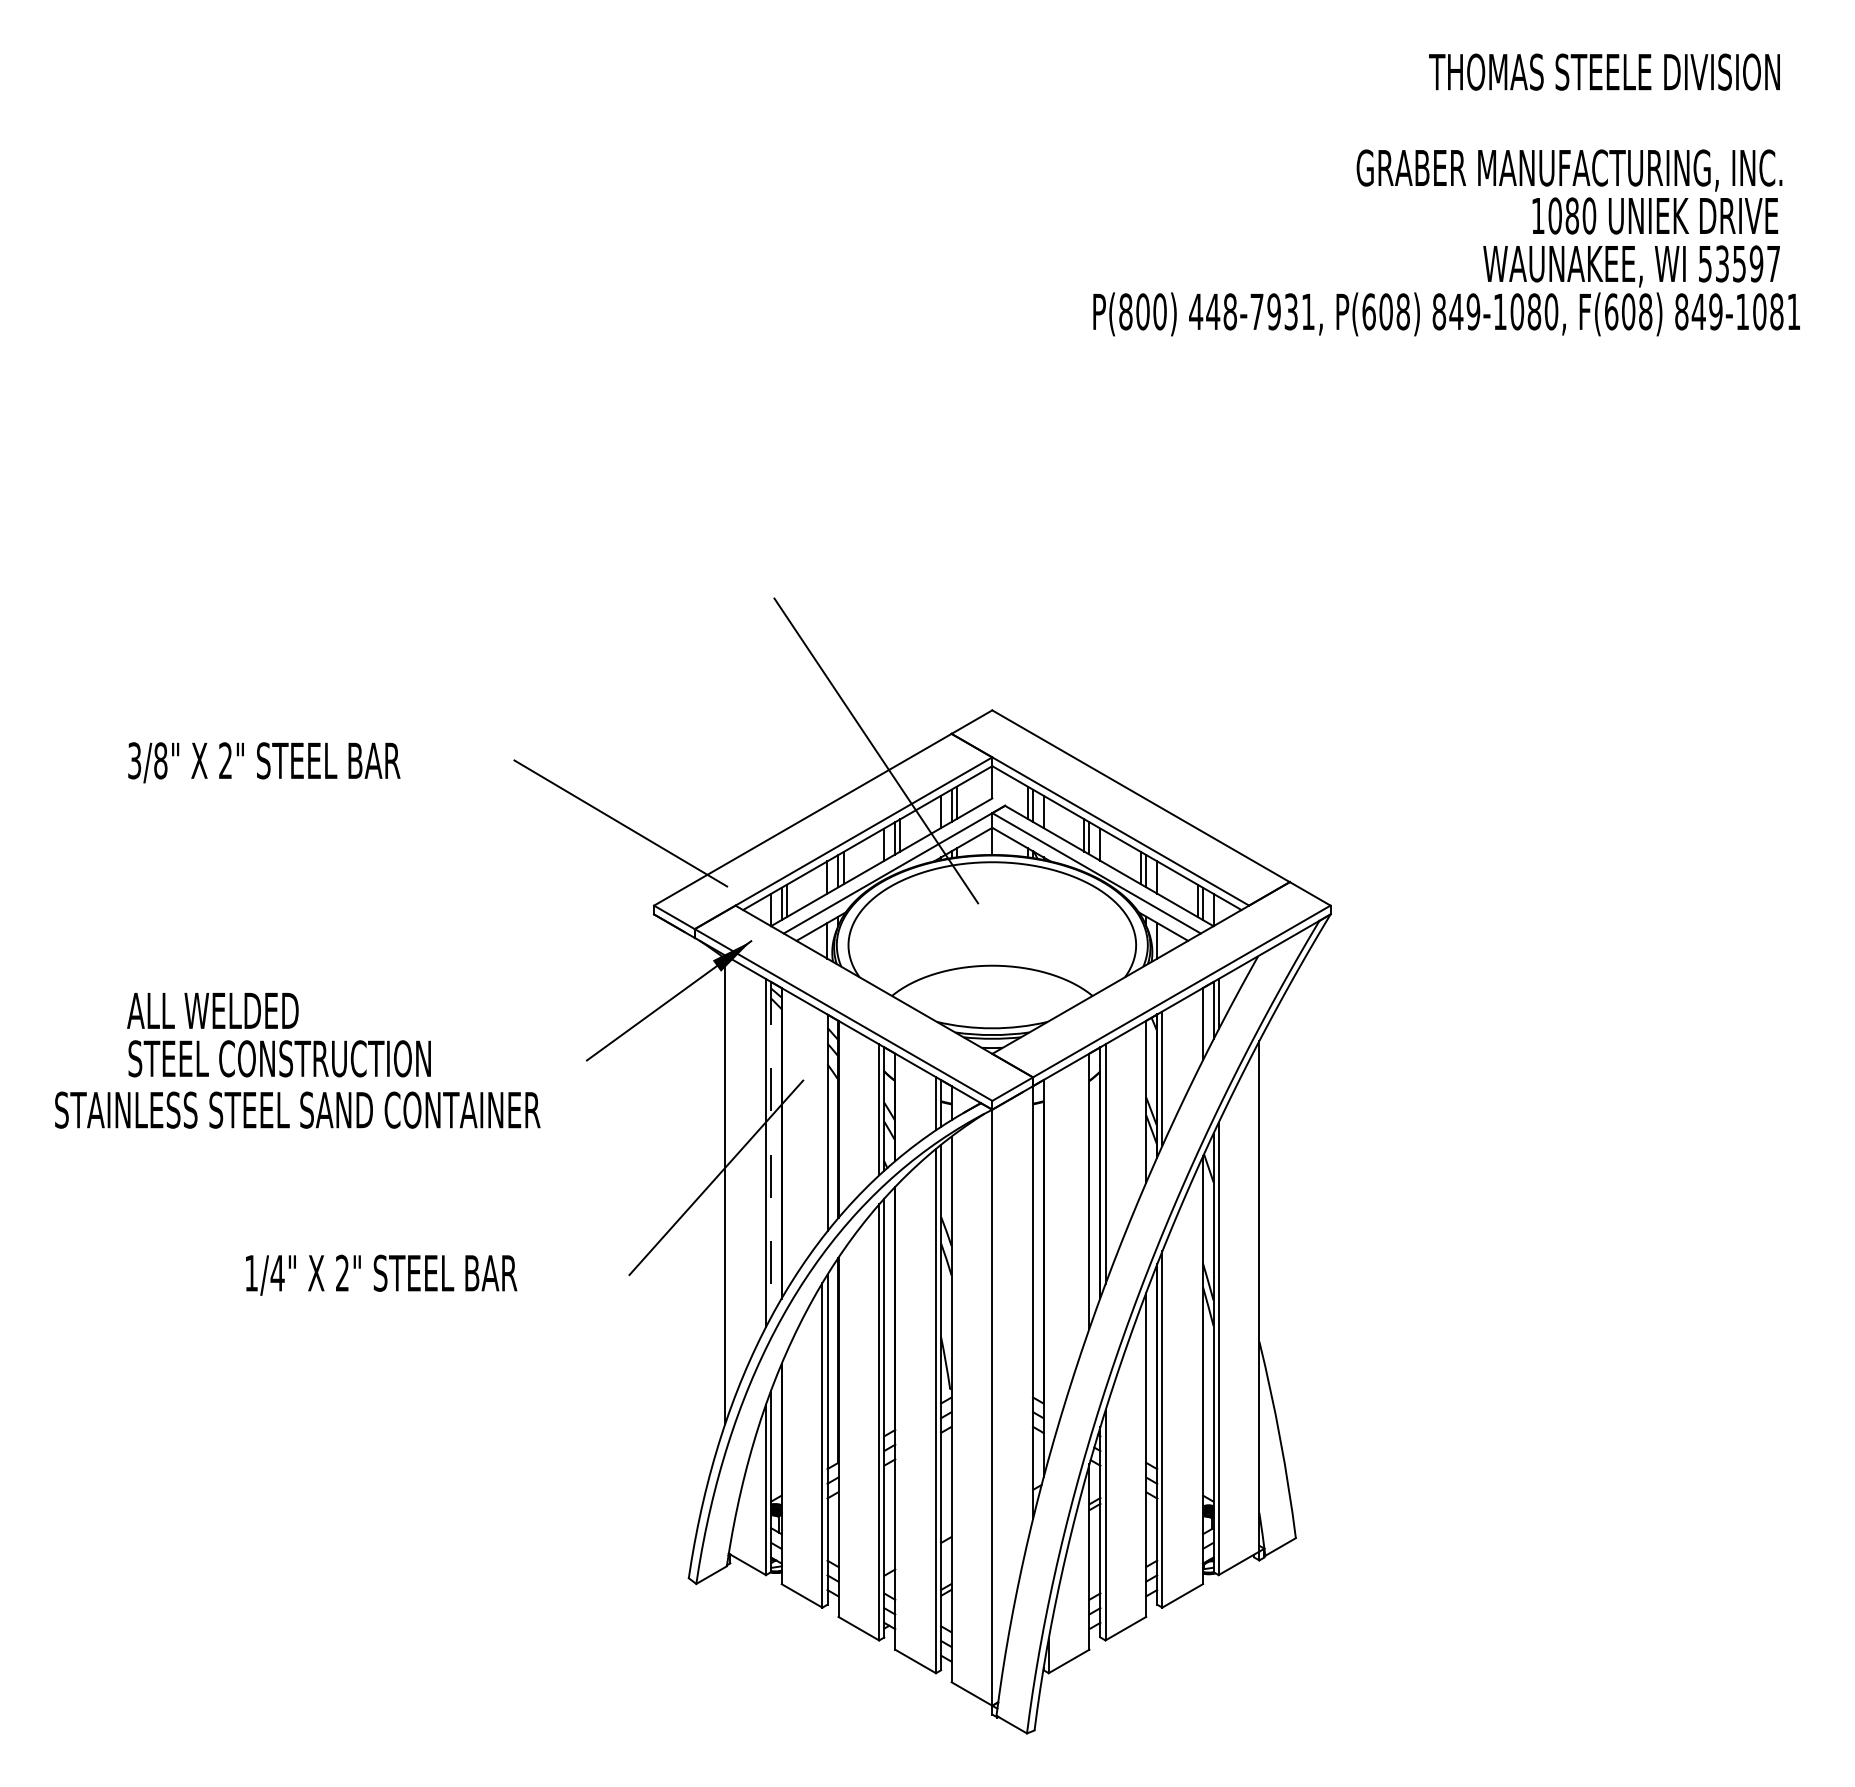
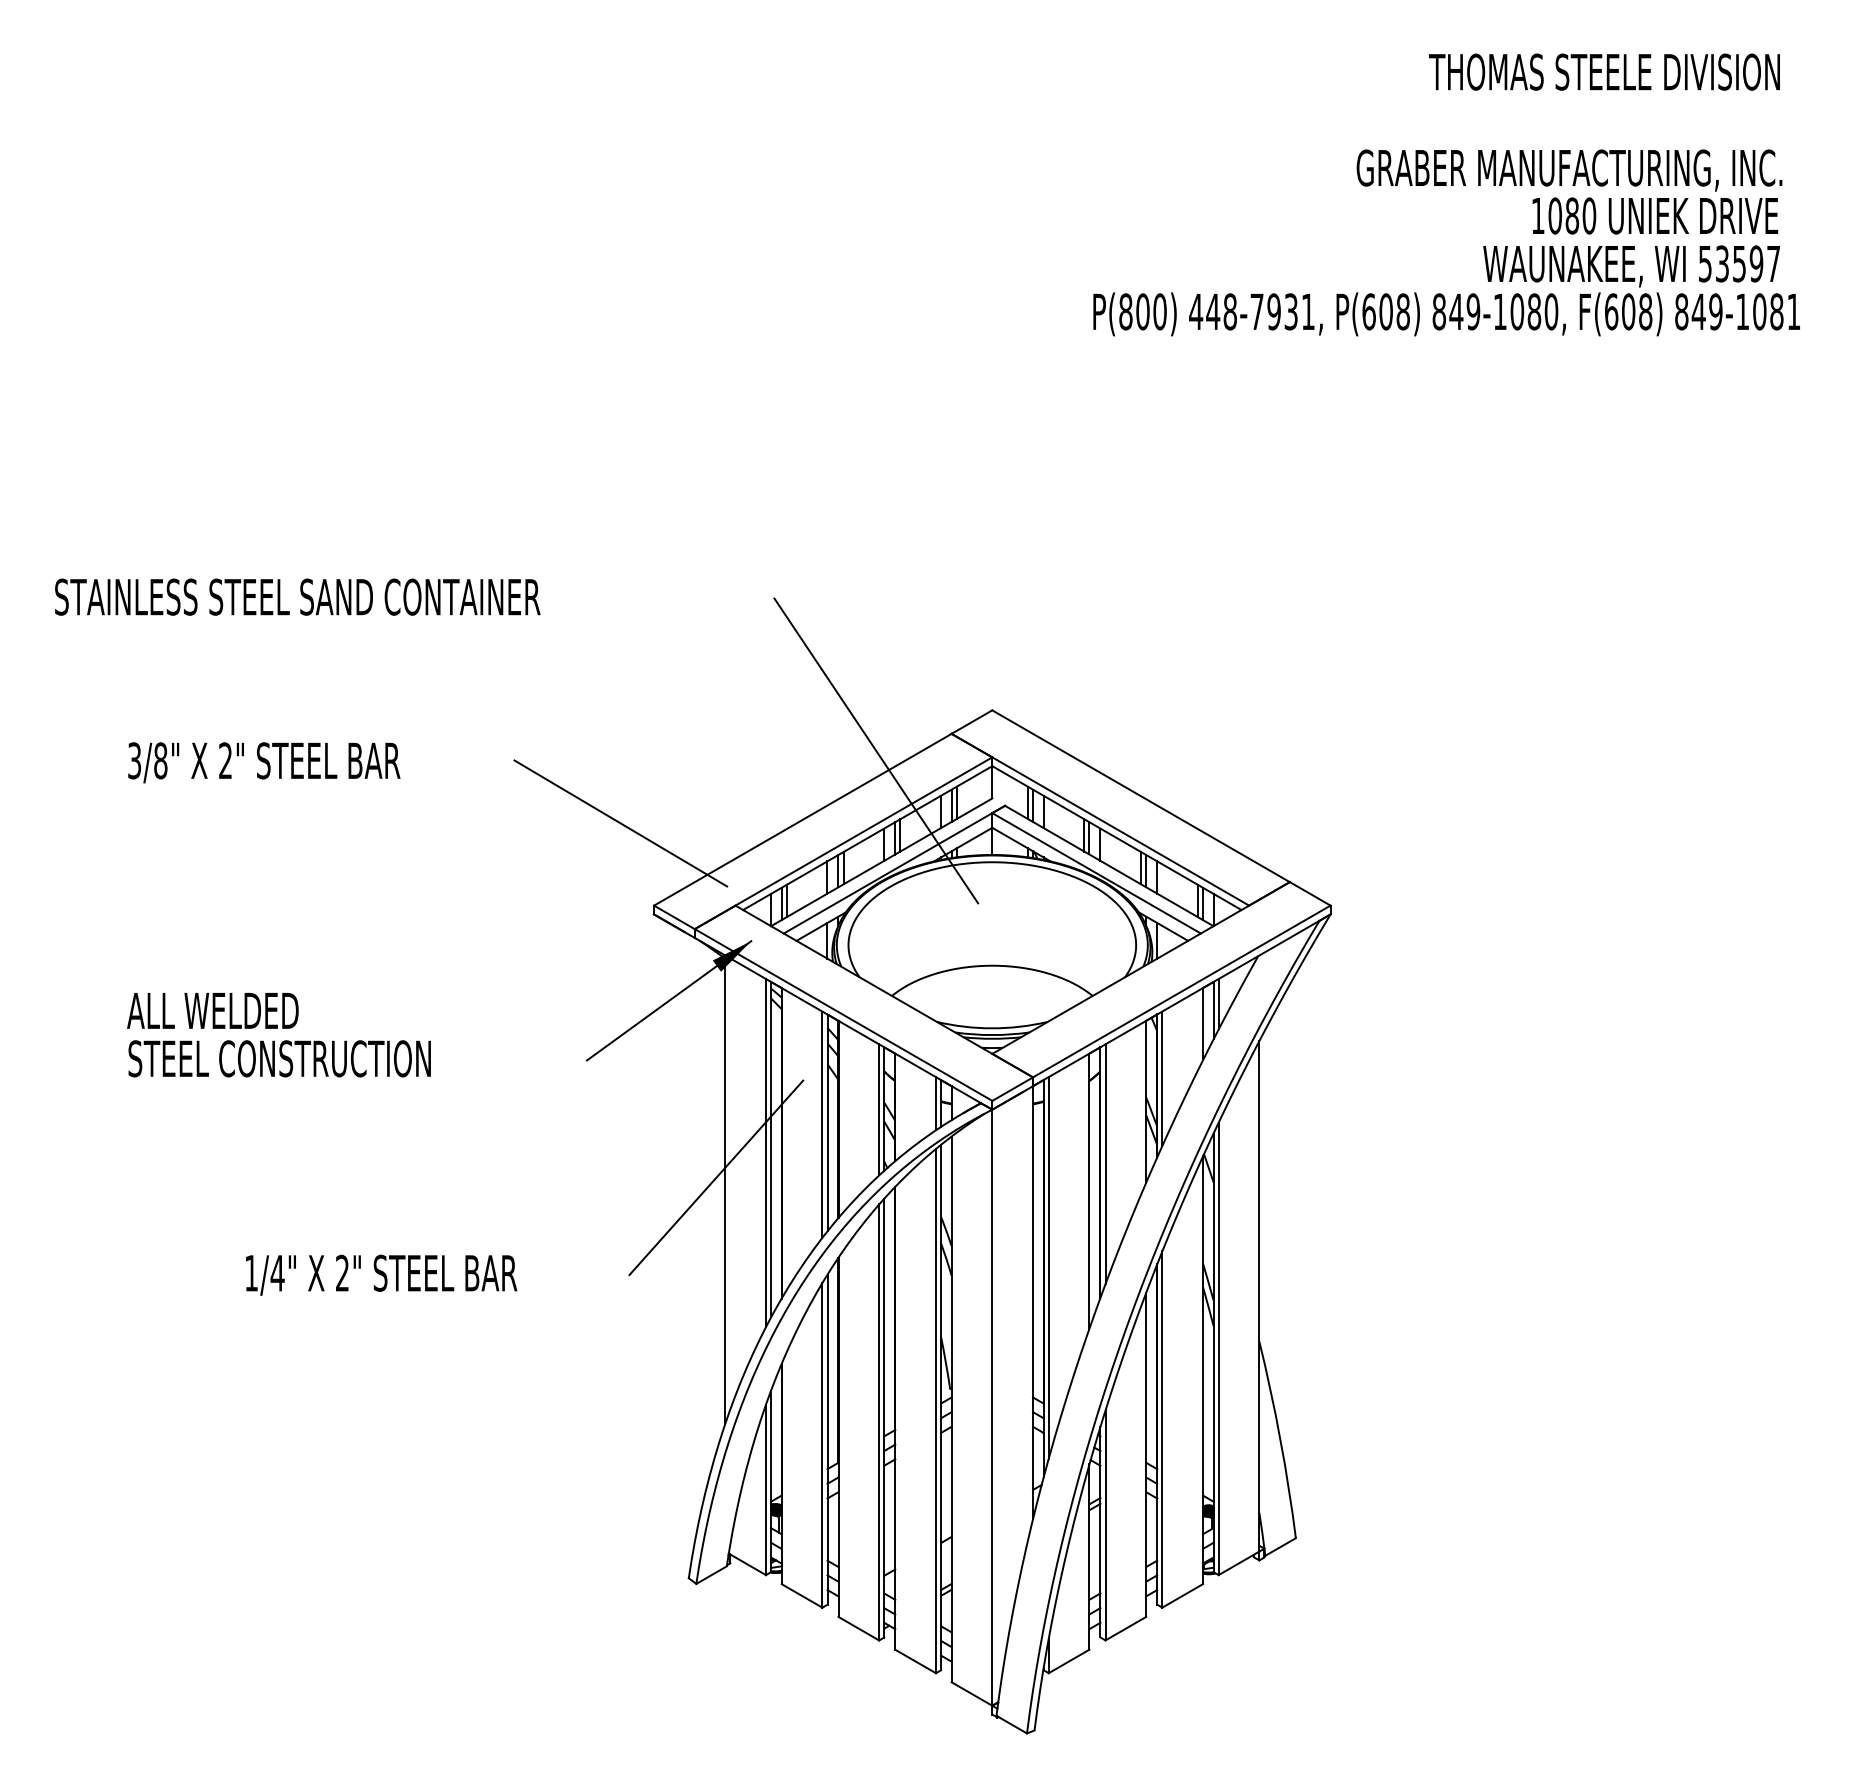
text at (297, 1109) position: (297, 1109) -> (297, 596)
line at (822, 1124): none -> present
line at (771, 1149): dashed -> solid
line at (1048, 1267): none -> present
